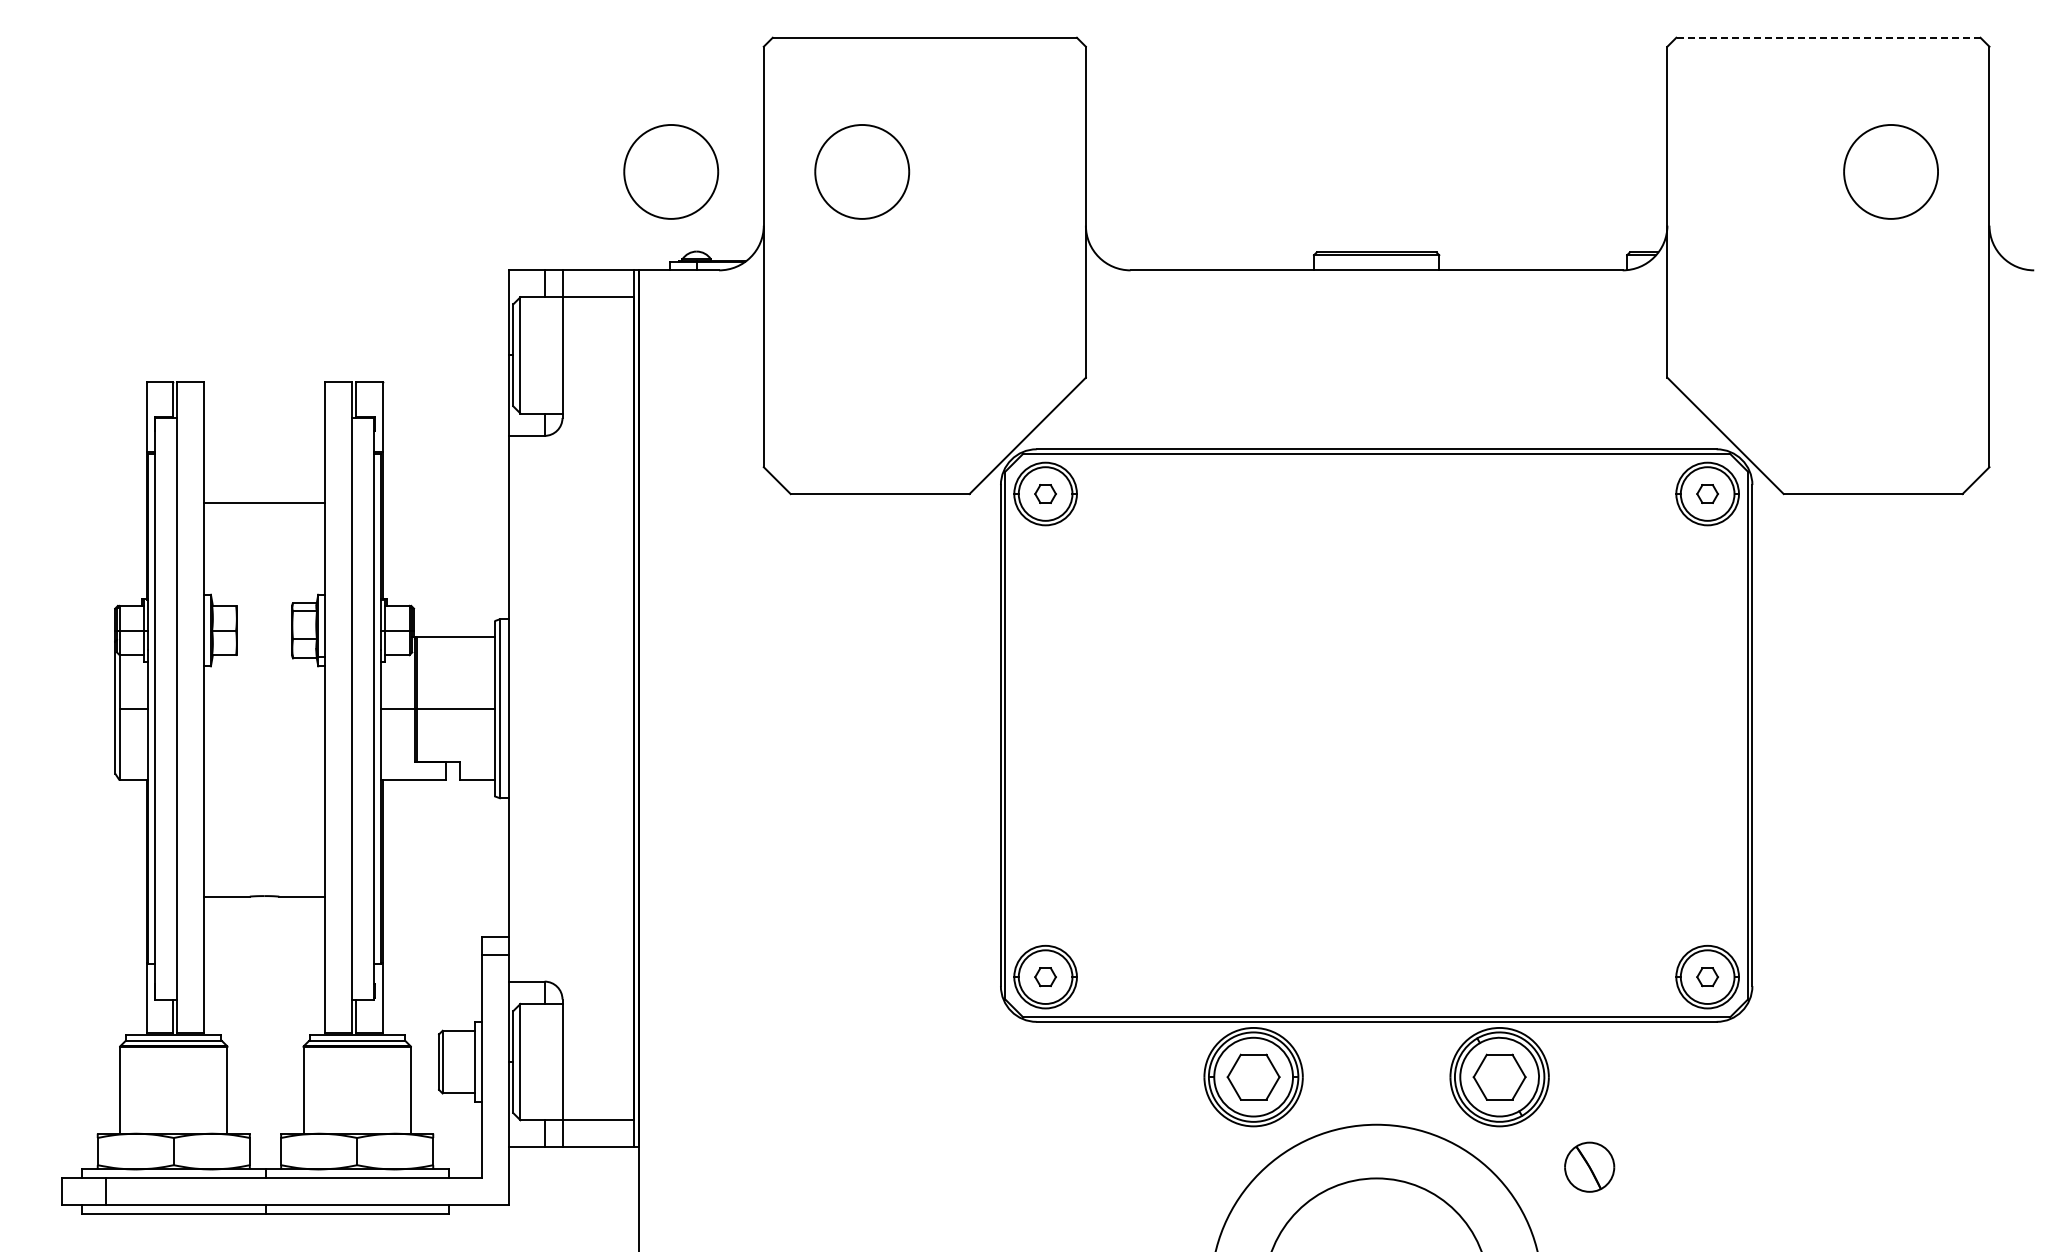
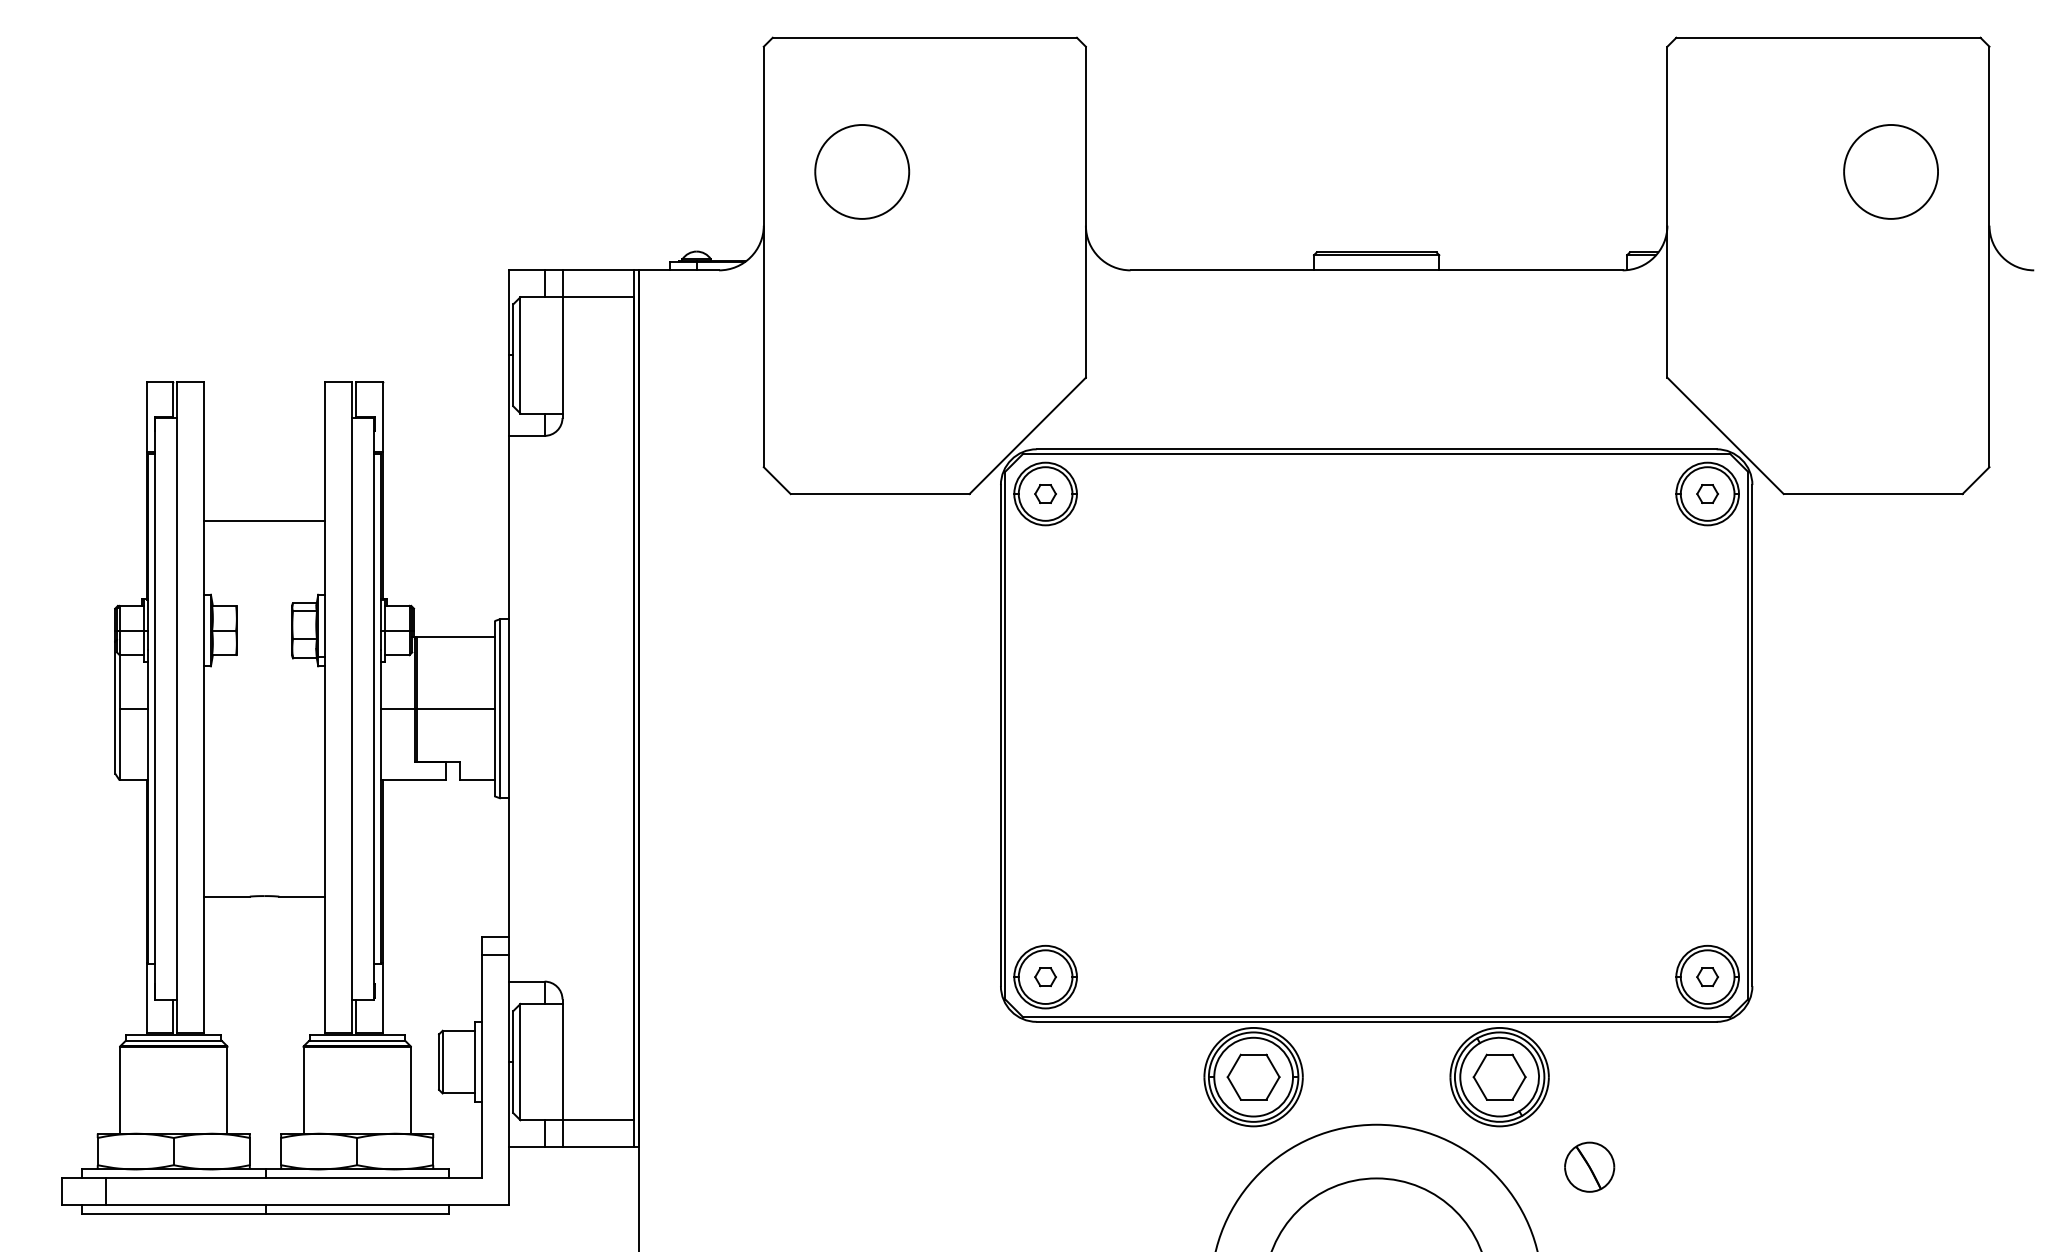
line at (1827, 37): dashed -> solid
part at (671, 171): present -> none
line at (264, 502) position: (264, 502) -> (264, 520)
